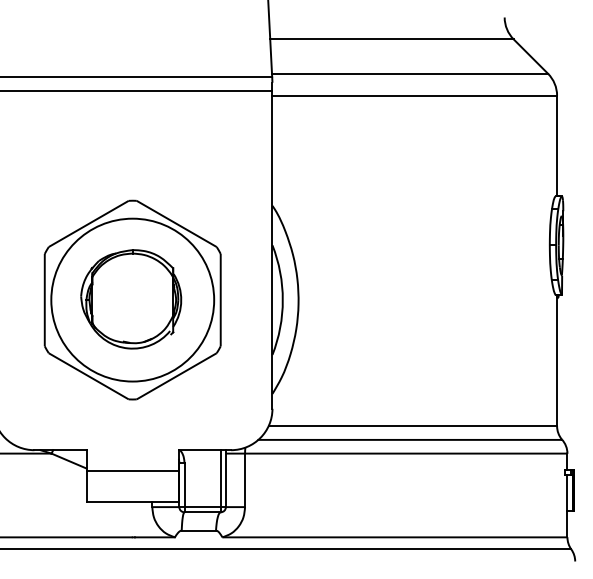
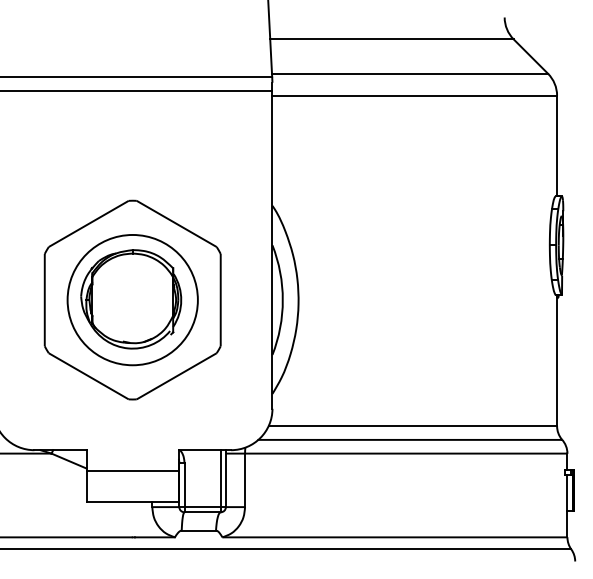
circle at (132, 299) diameter: 163 px -> 130 px
